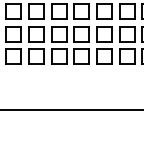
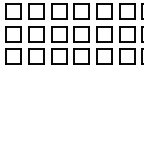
line at (71, 109): present -> none
